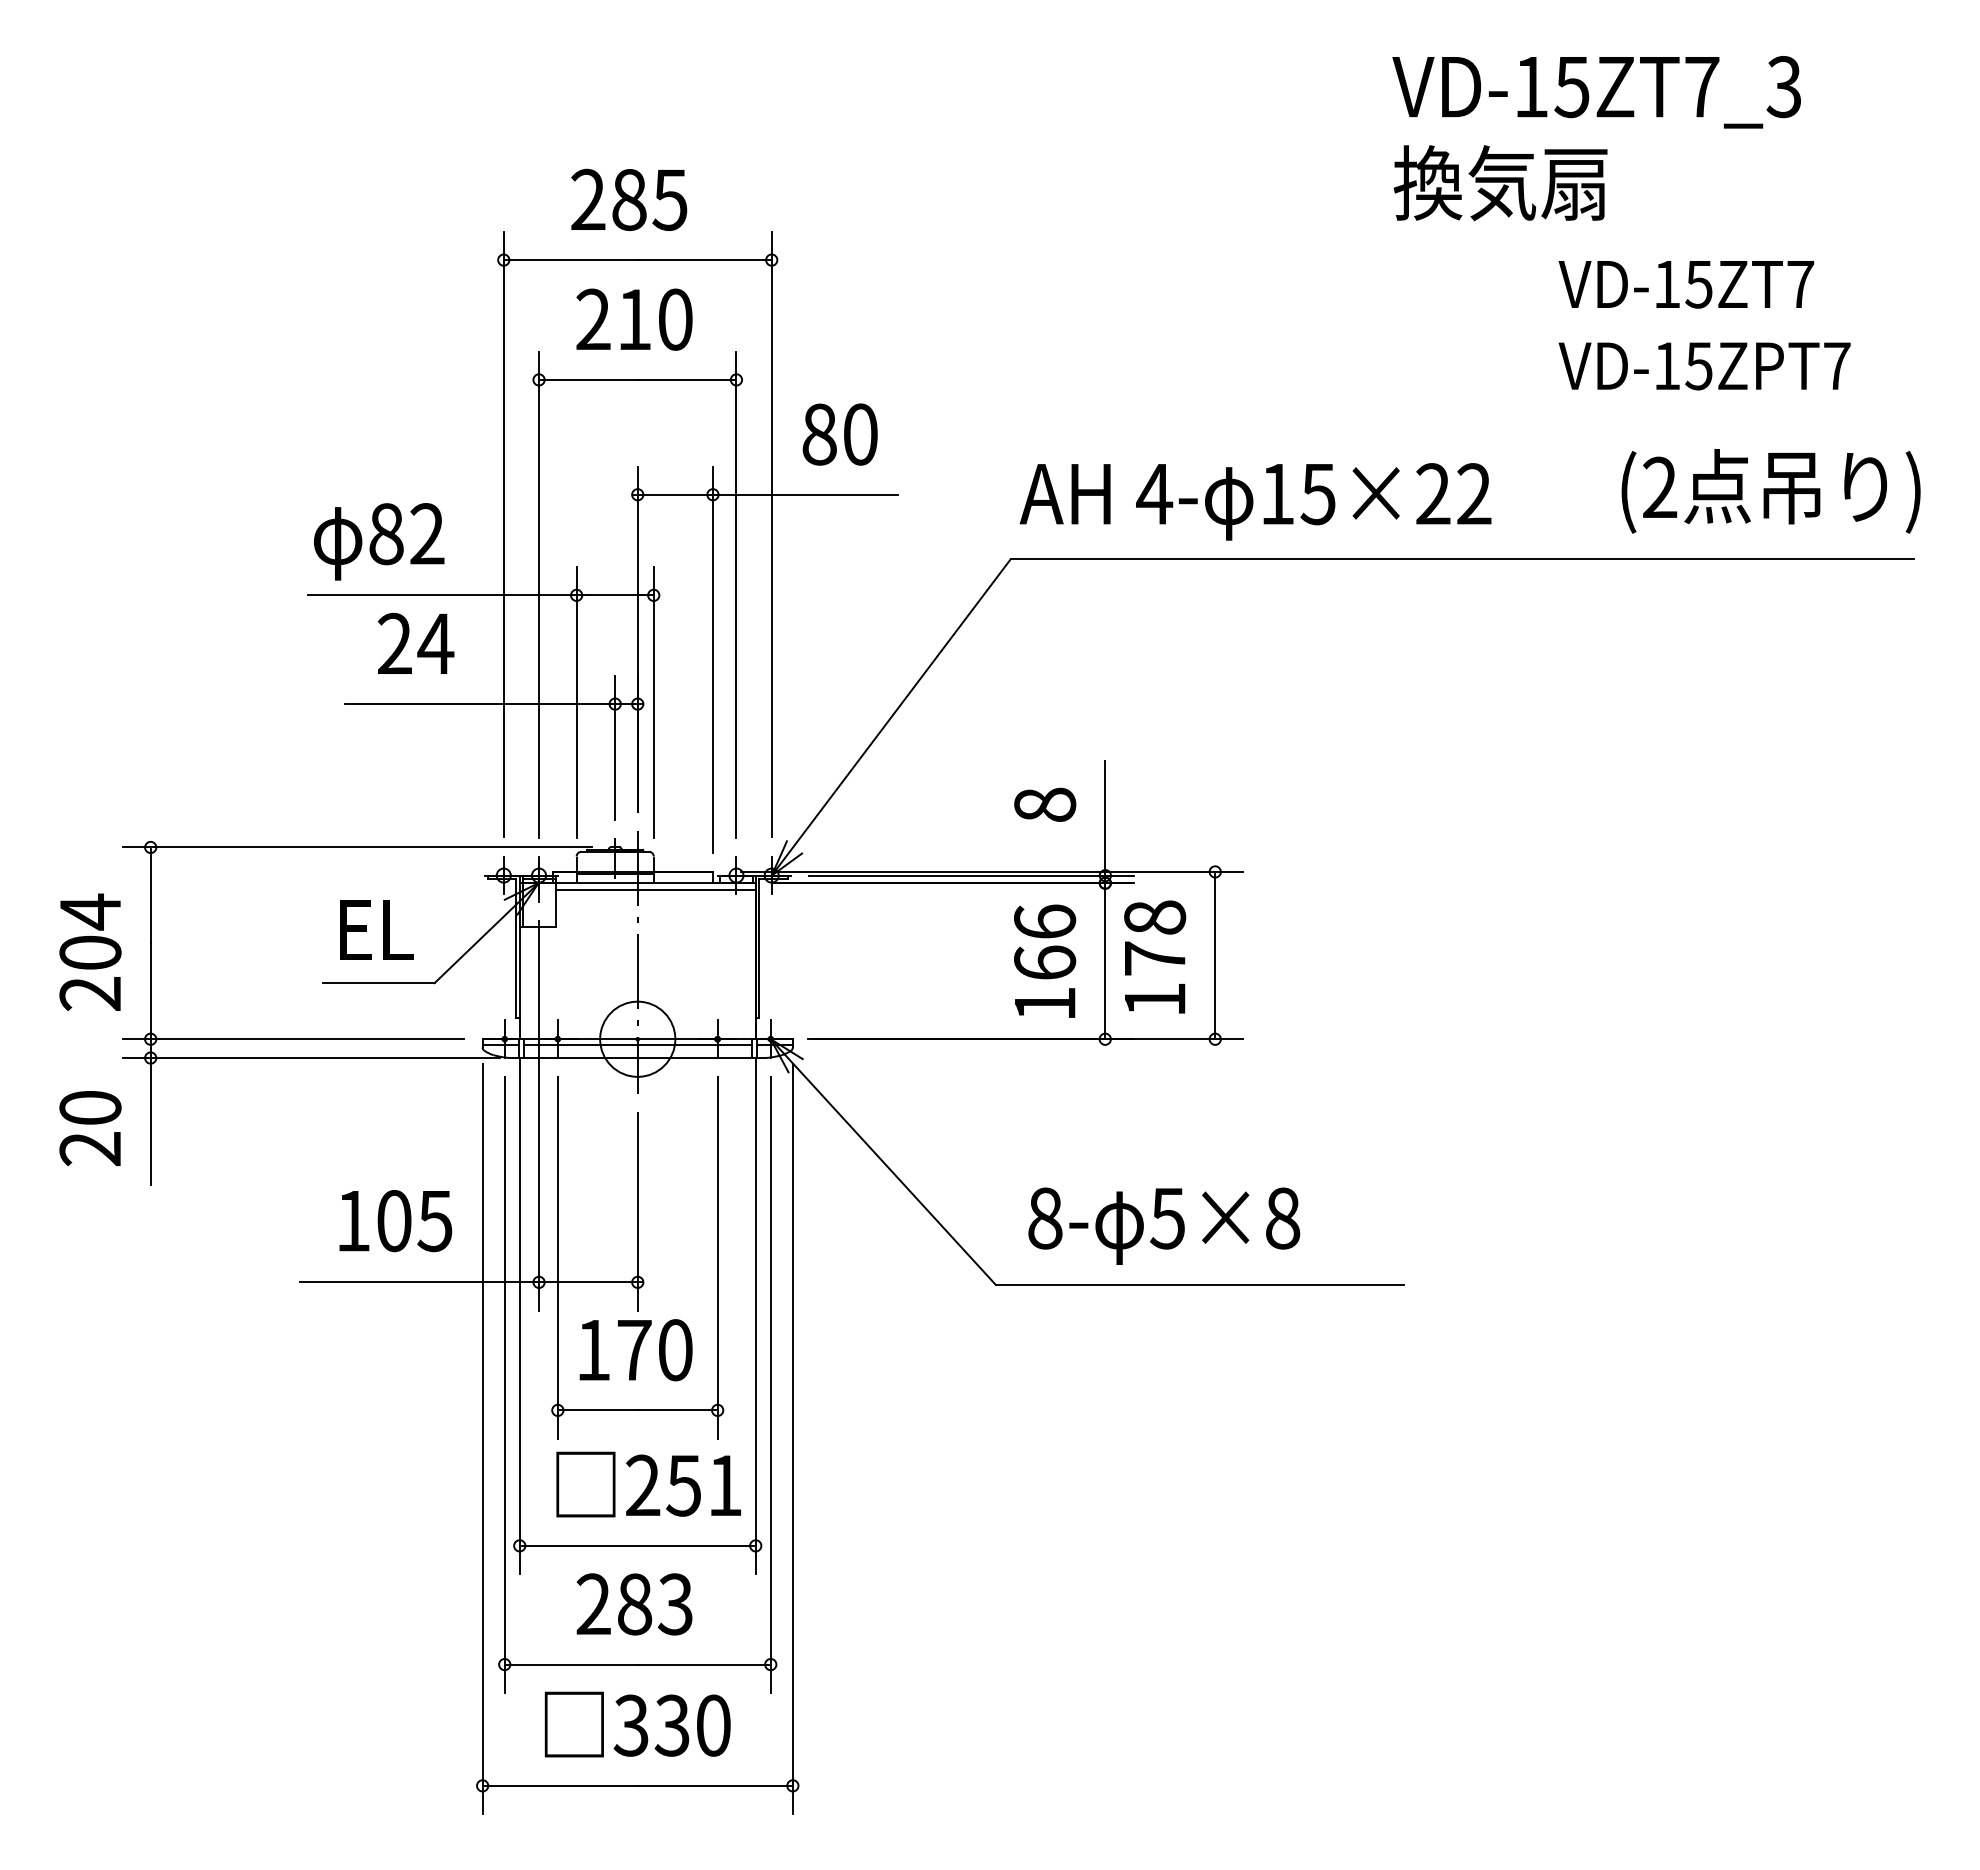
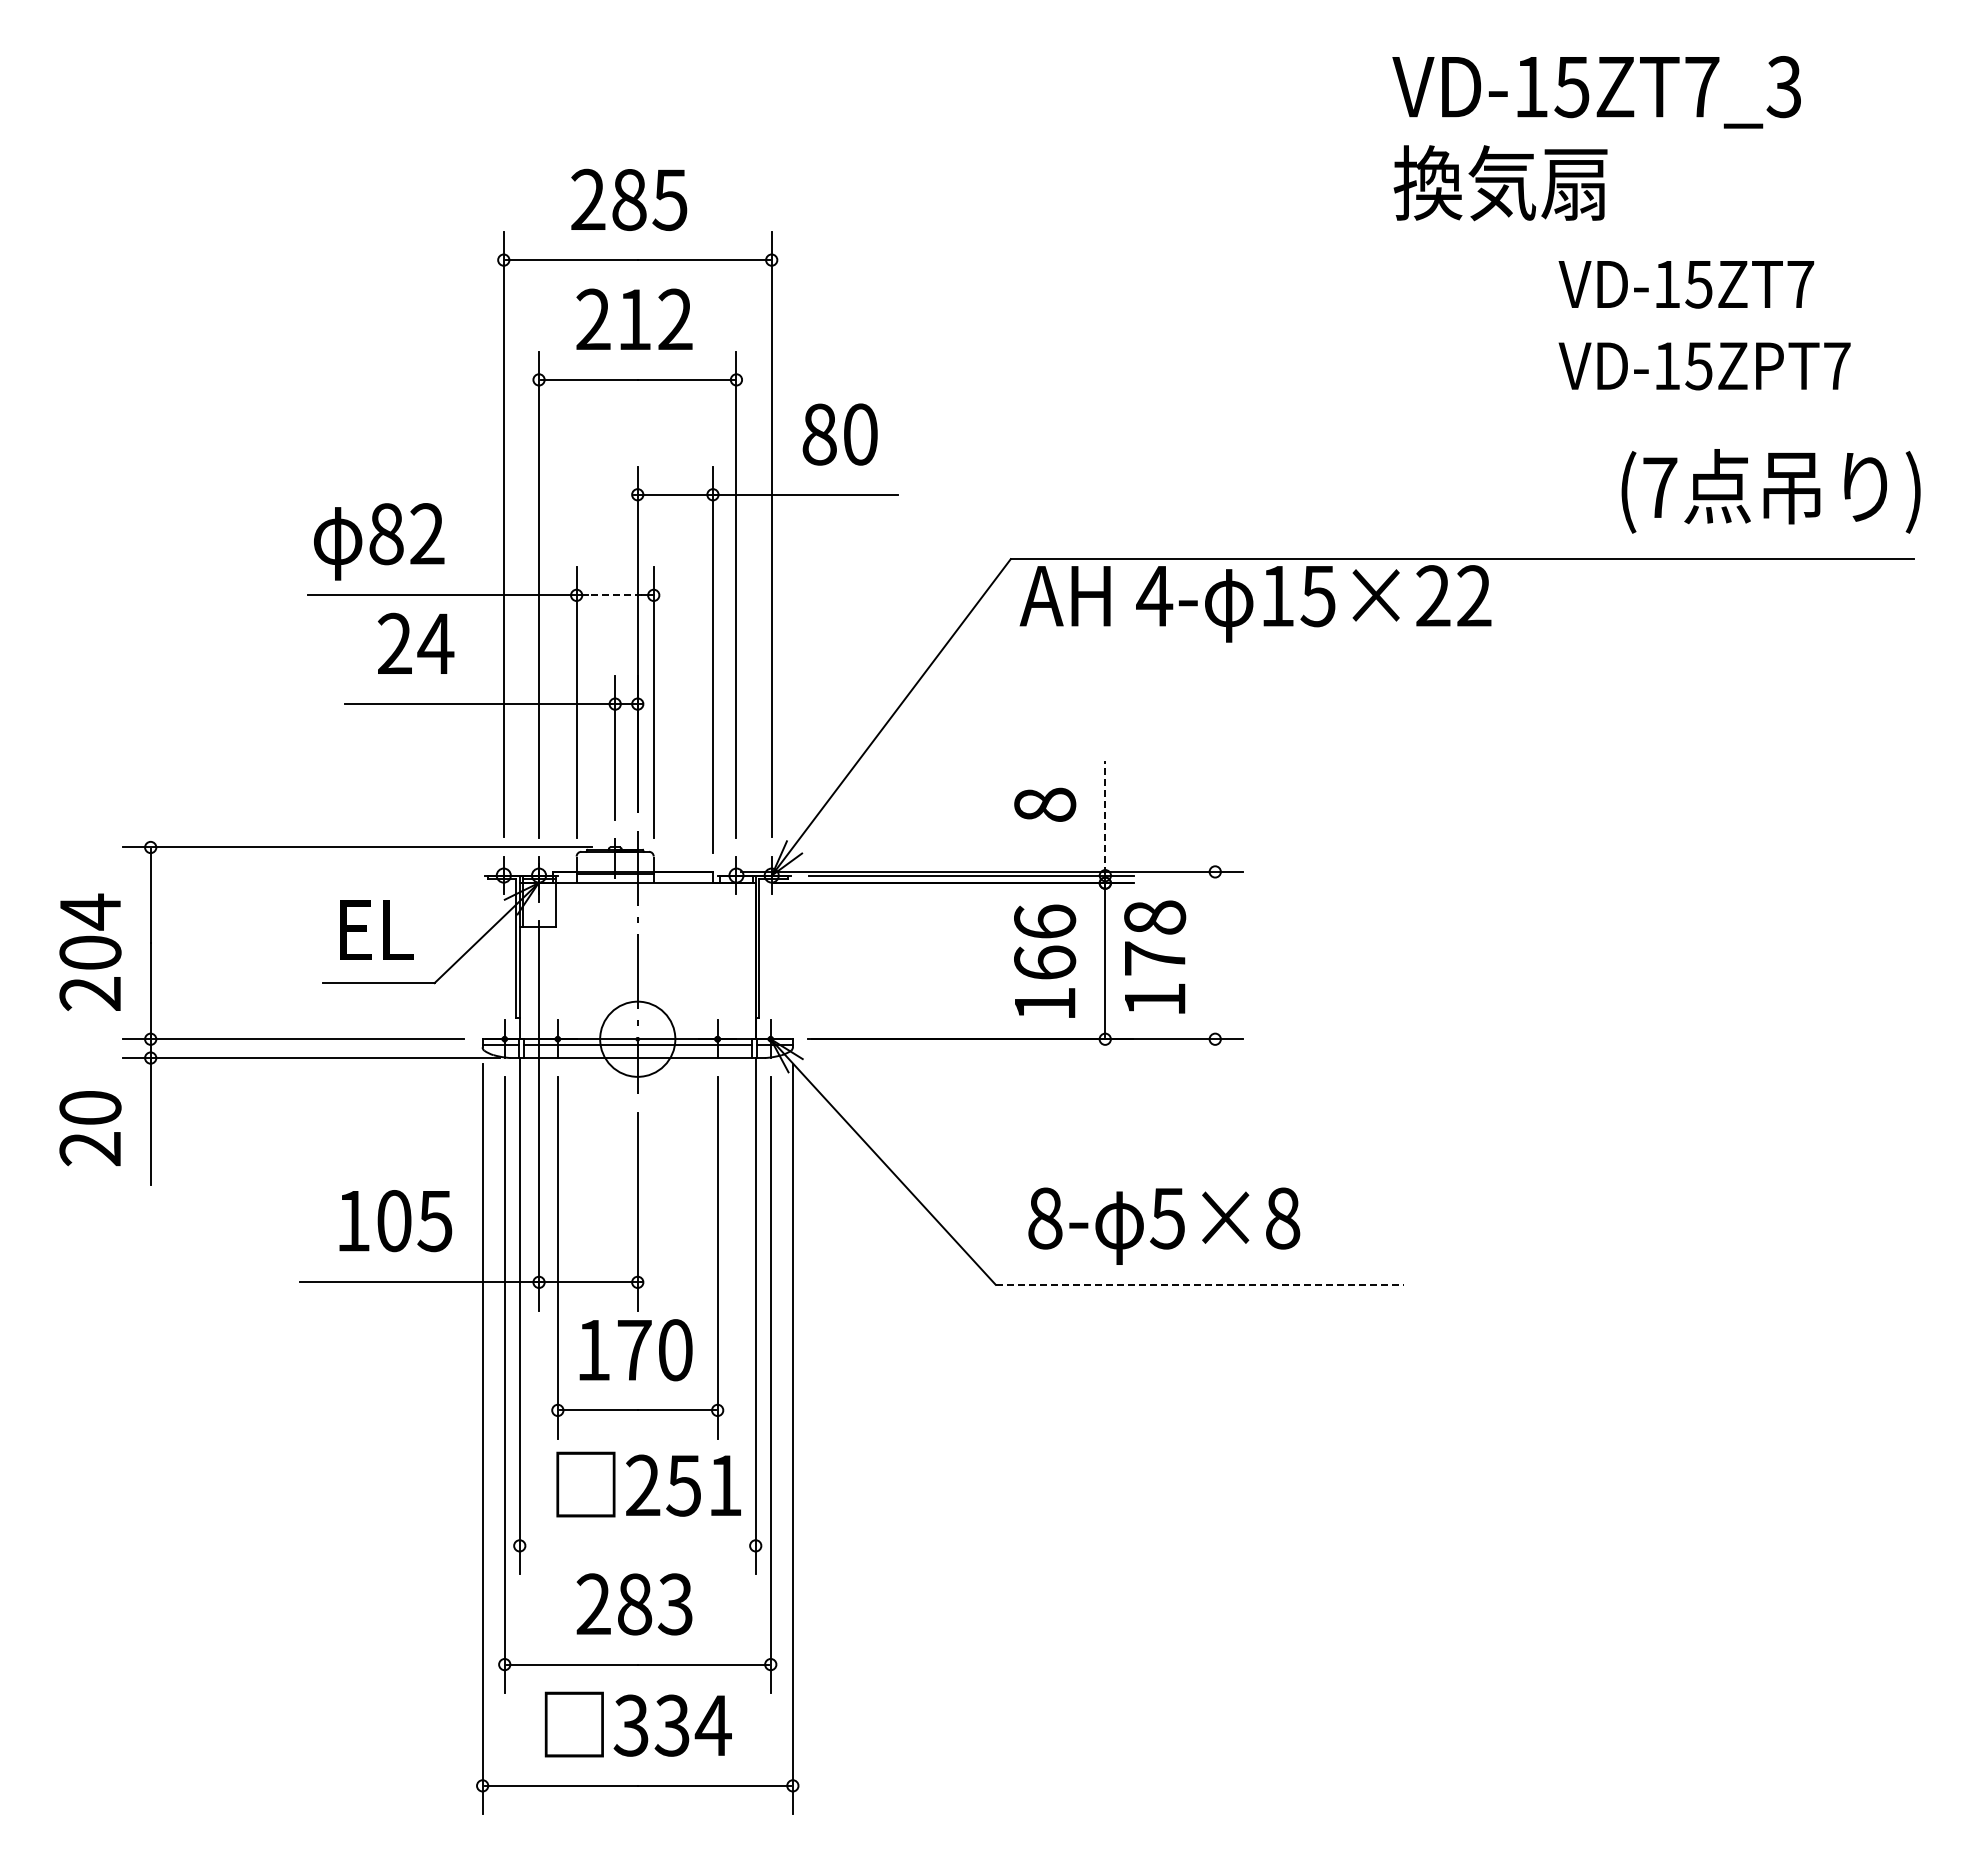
text at (675, 319): 210 -> 212
text at (1660, 486): (2 -> (7
text at (1255, 501) position: (1255, 501) -> (1255, 603)
line at (614, 595): solid -> dashed
line at (1105, 817): solid -> dashed
line at (655, 889): present -> none
line at (1215, 955): present -> none
line at (1199, 1284): solid -> dashed
line at (637, 1545): present -> none
text at (712, 1725): 330 -> 334
